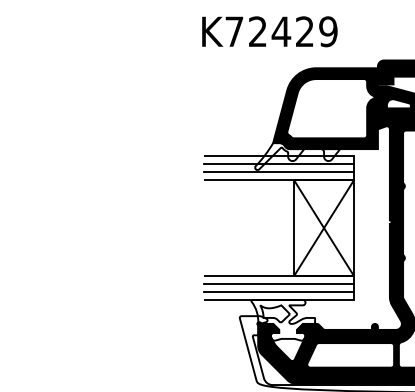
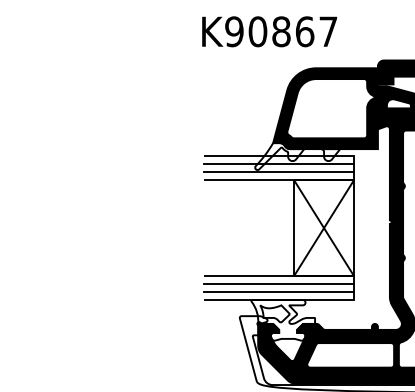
text at (281, 31): K72429 -> K90867
